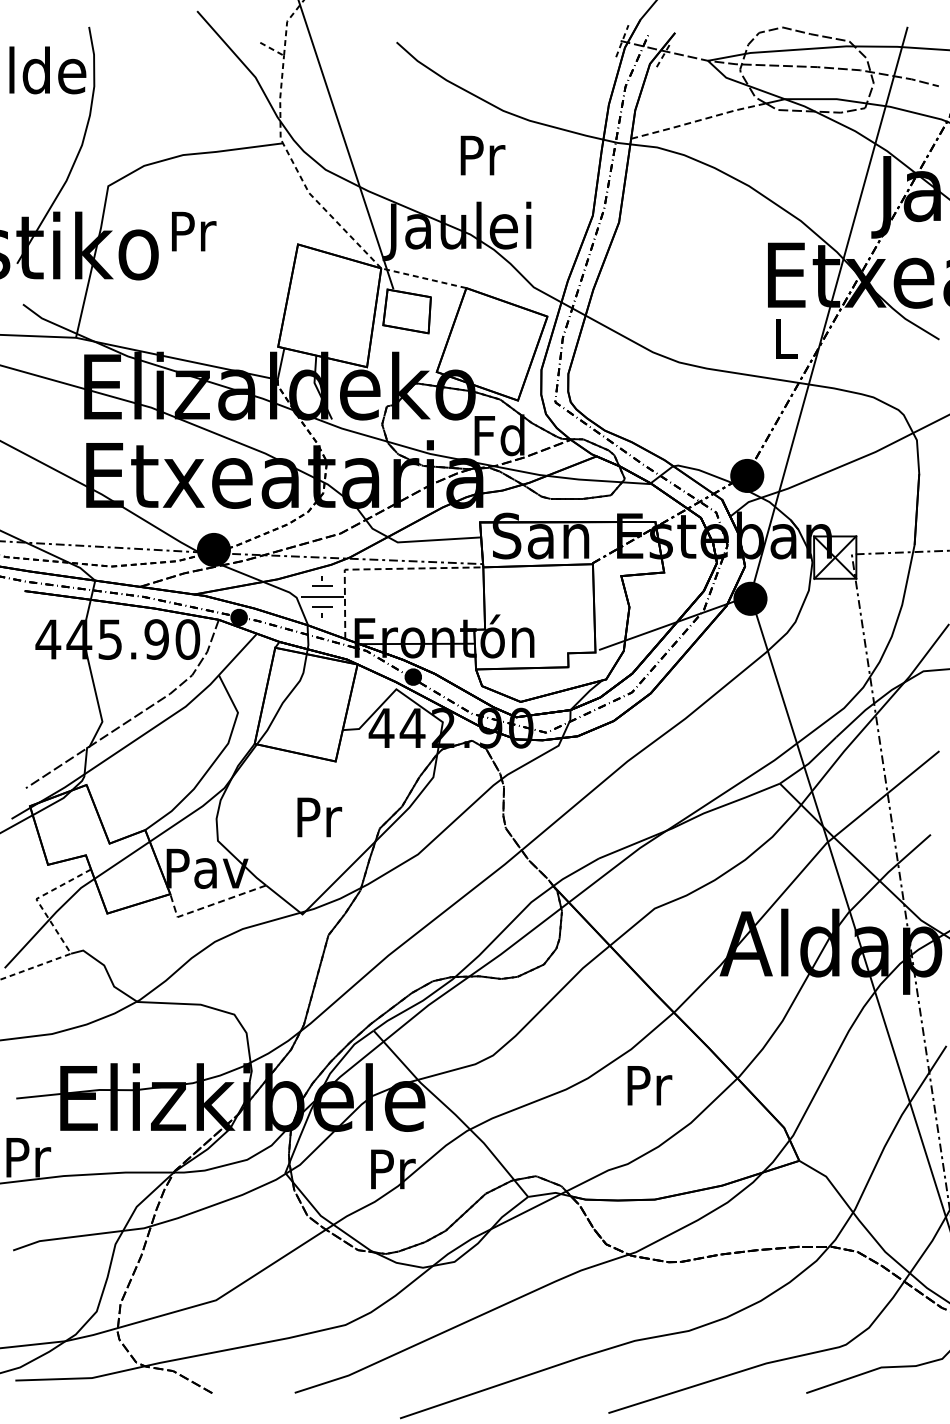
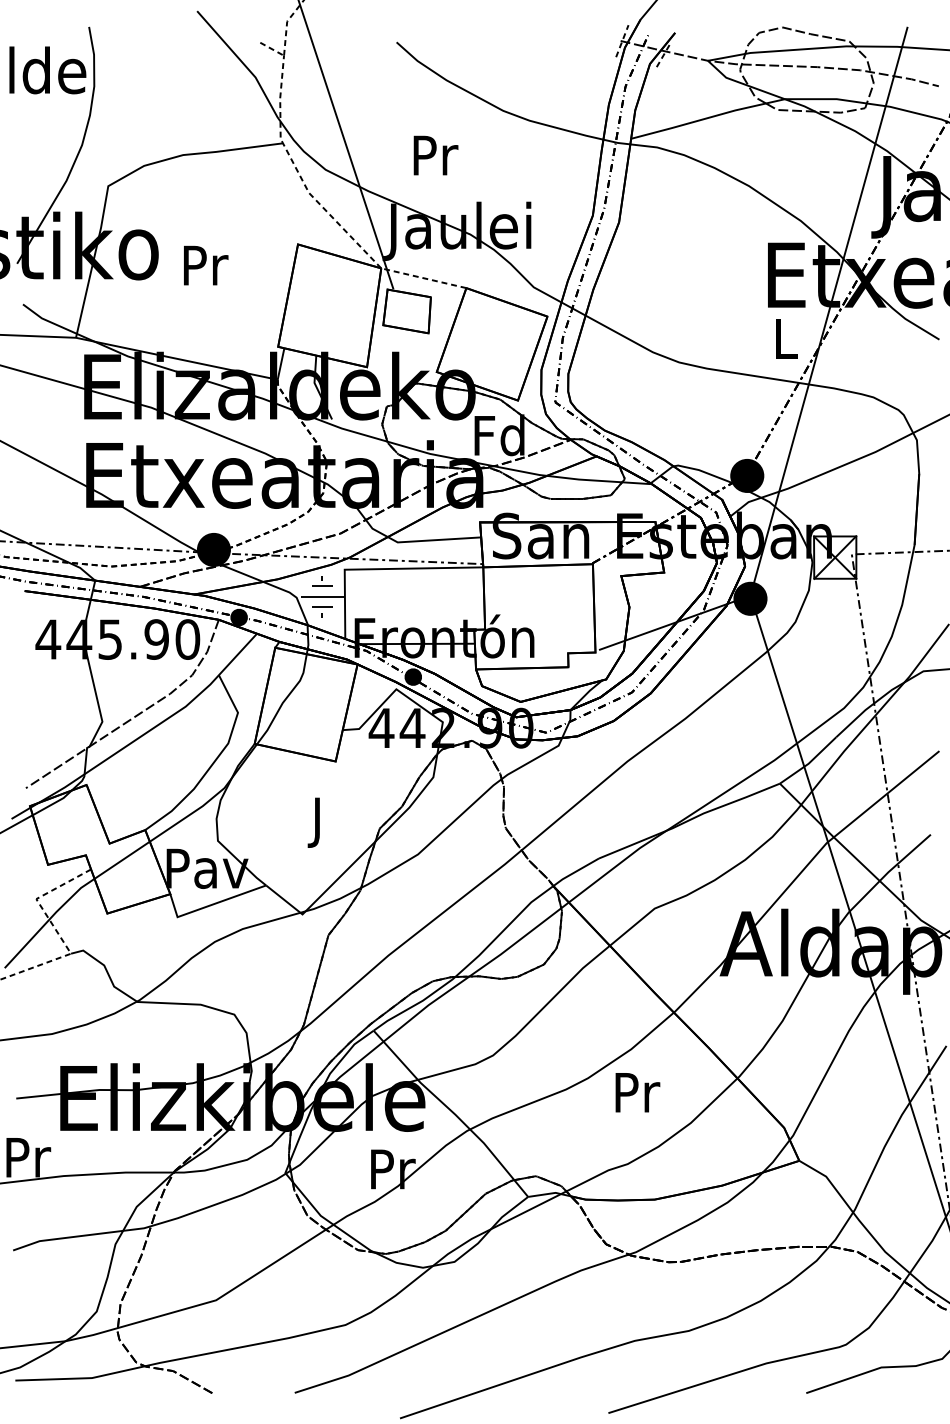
line at (698, 120): dashed -> solid
text at (482, 155) position: (482, 155) -> (435, 155)
text at (194, 231) position: (194, 231) -> (206, 265)
line at (378, 569): dashed -> solid
text at (319, 822): Pr -> J
line at (209, 905): dashed -> solid
text at (649, 1085) position: (649, 1085) -> (637, 1092)
